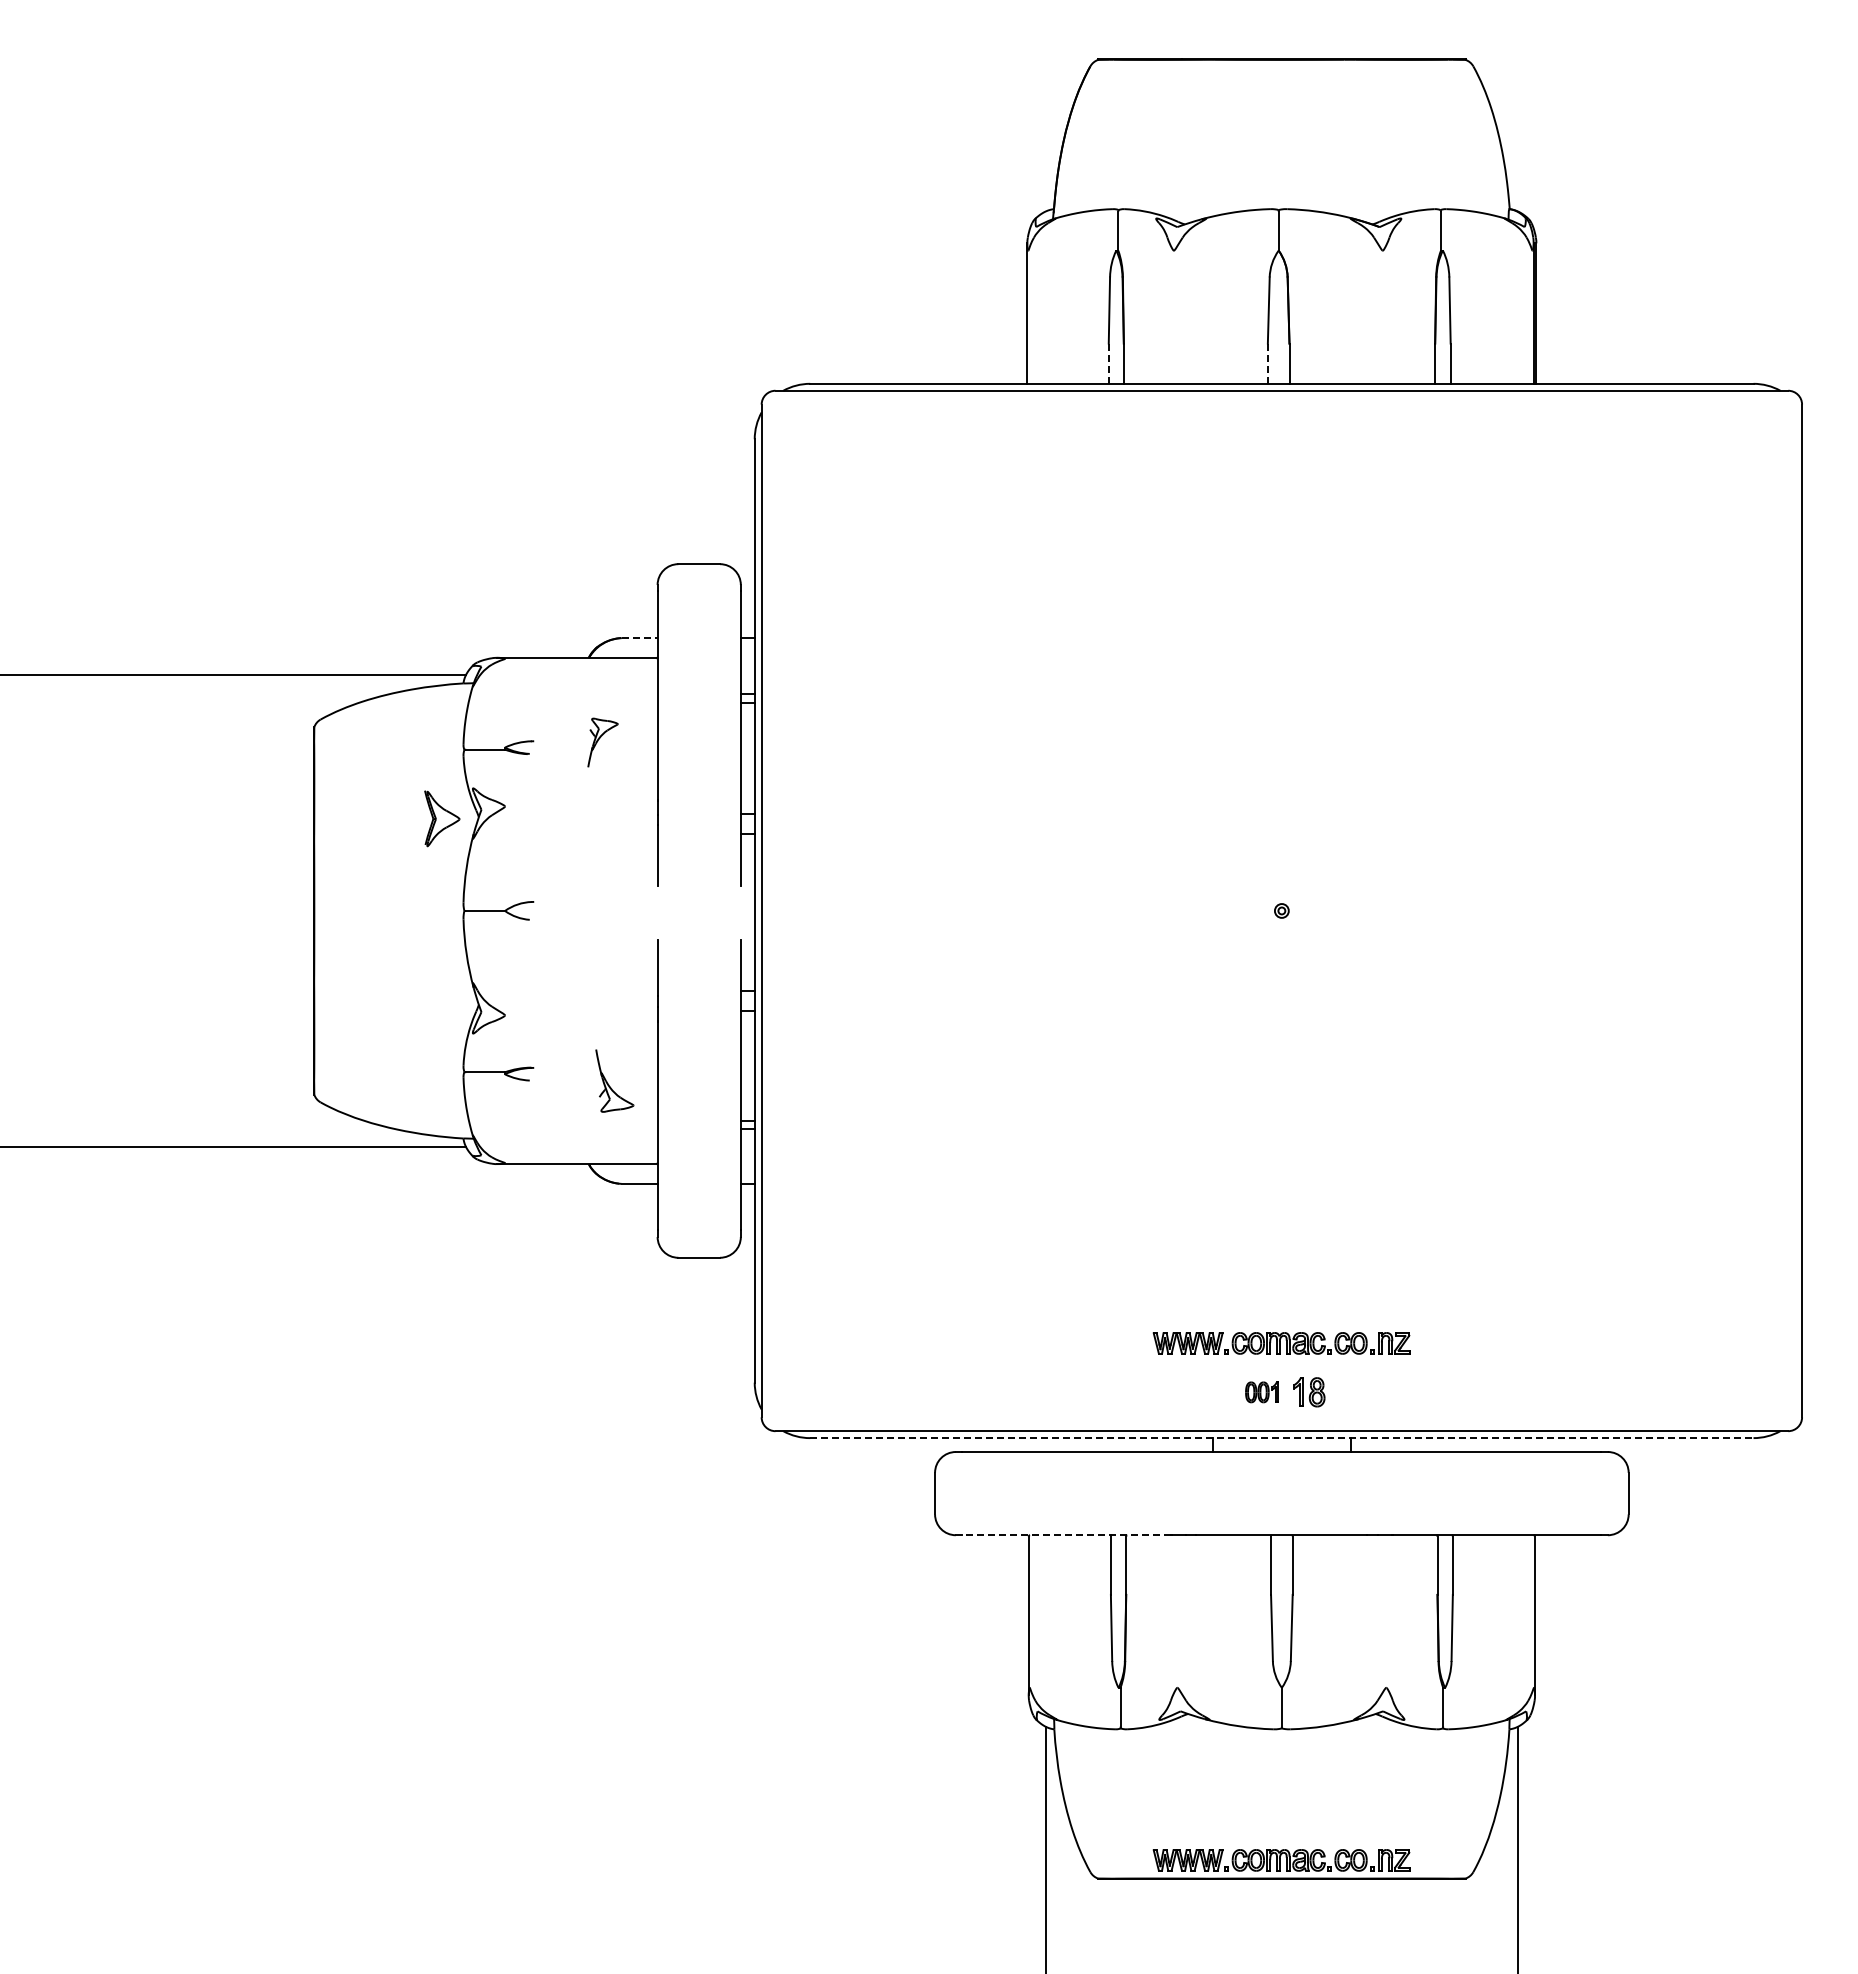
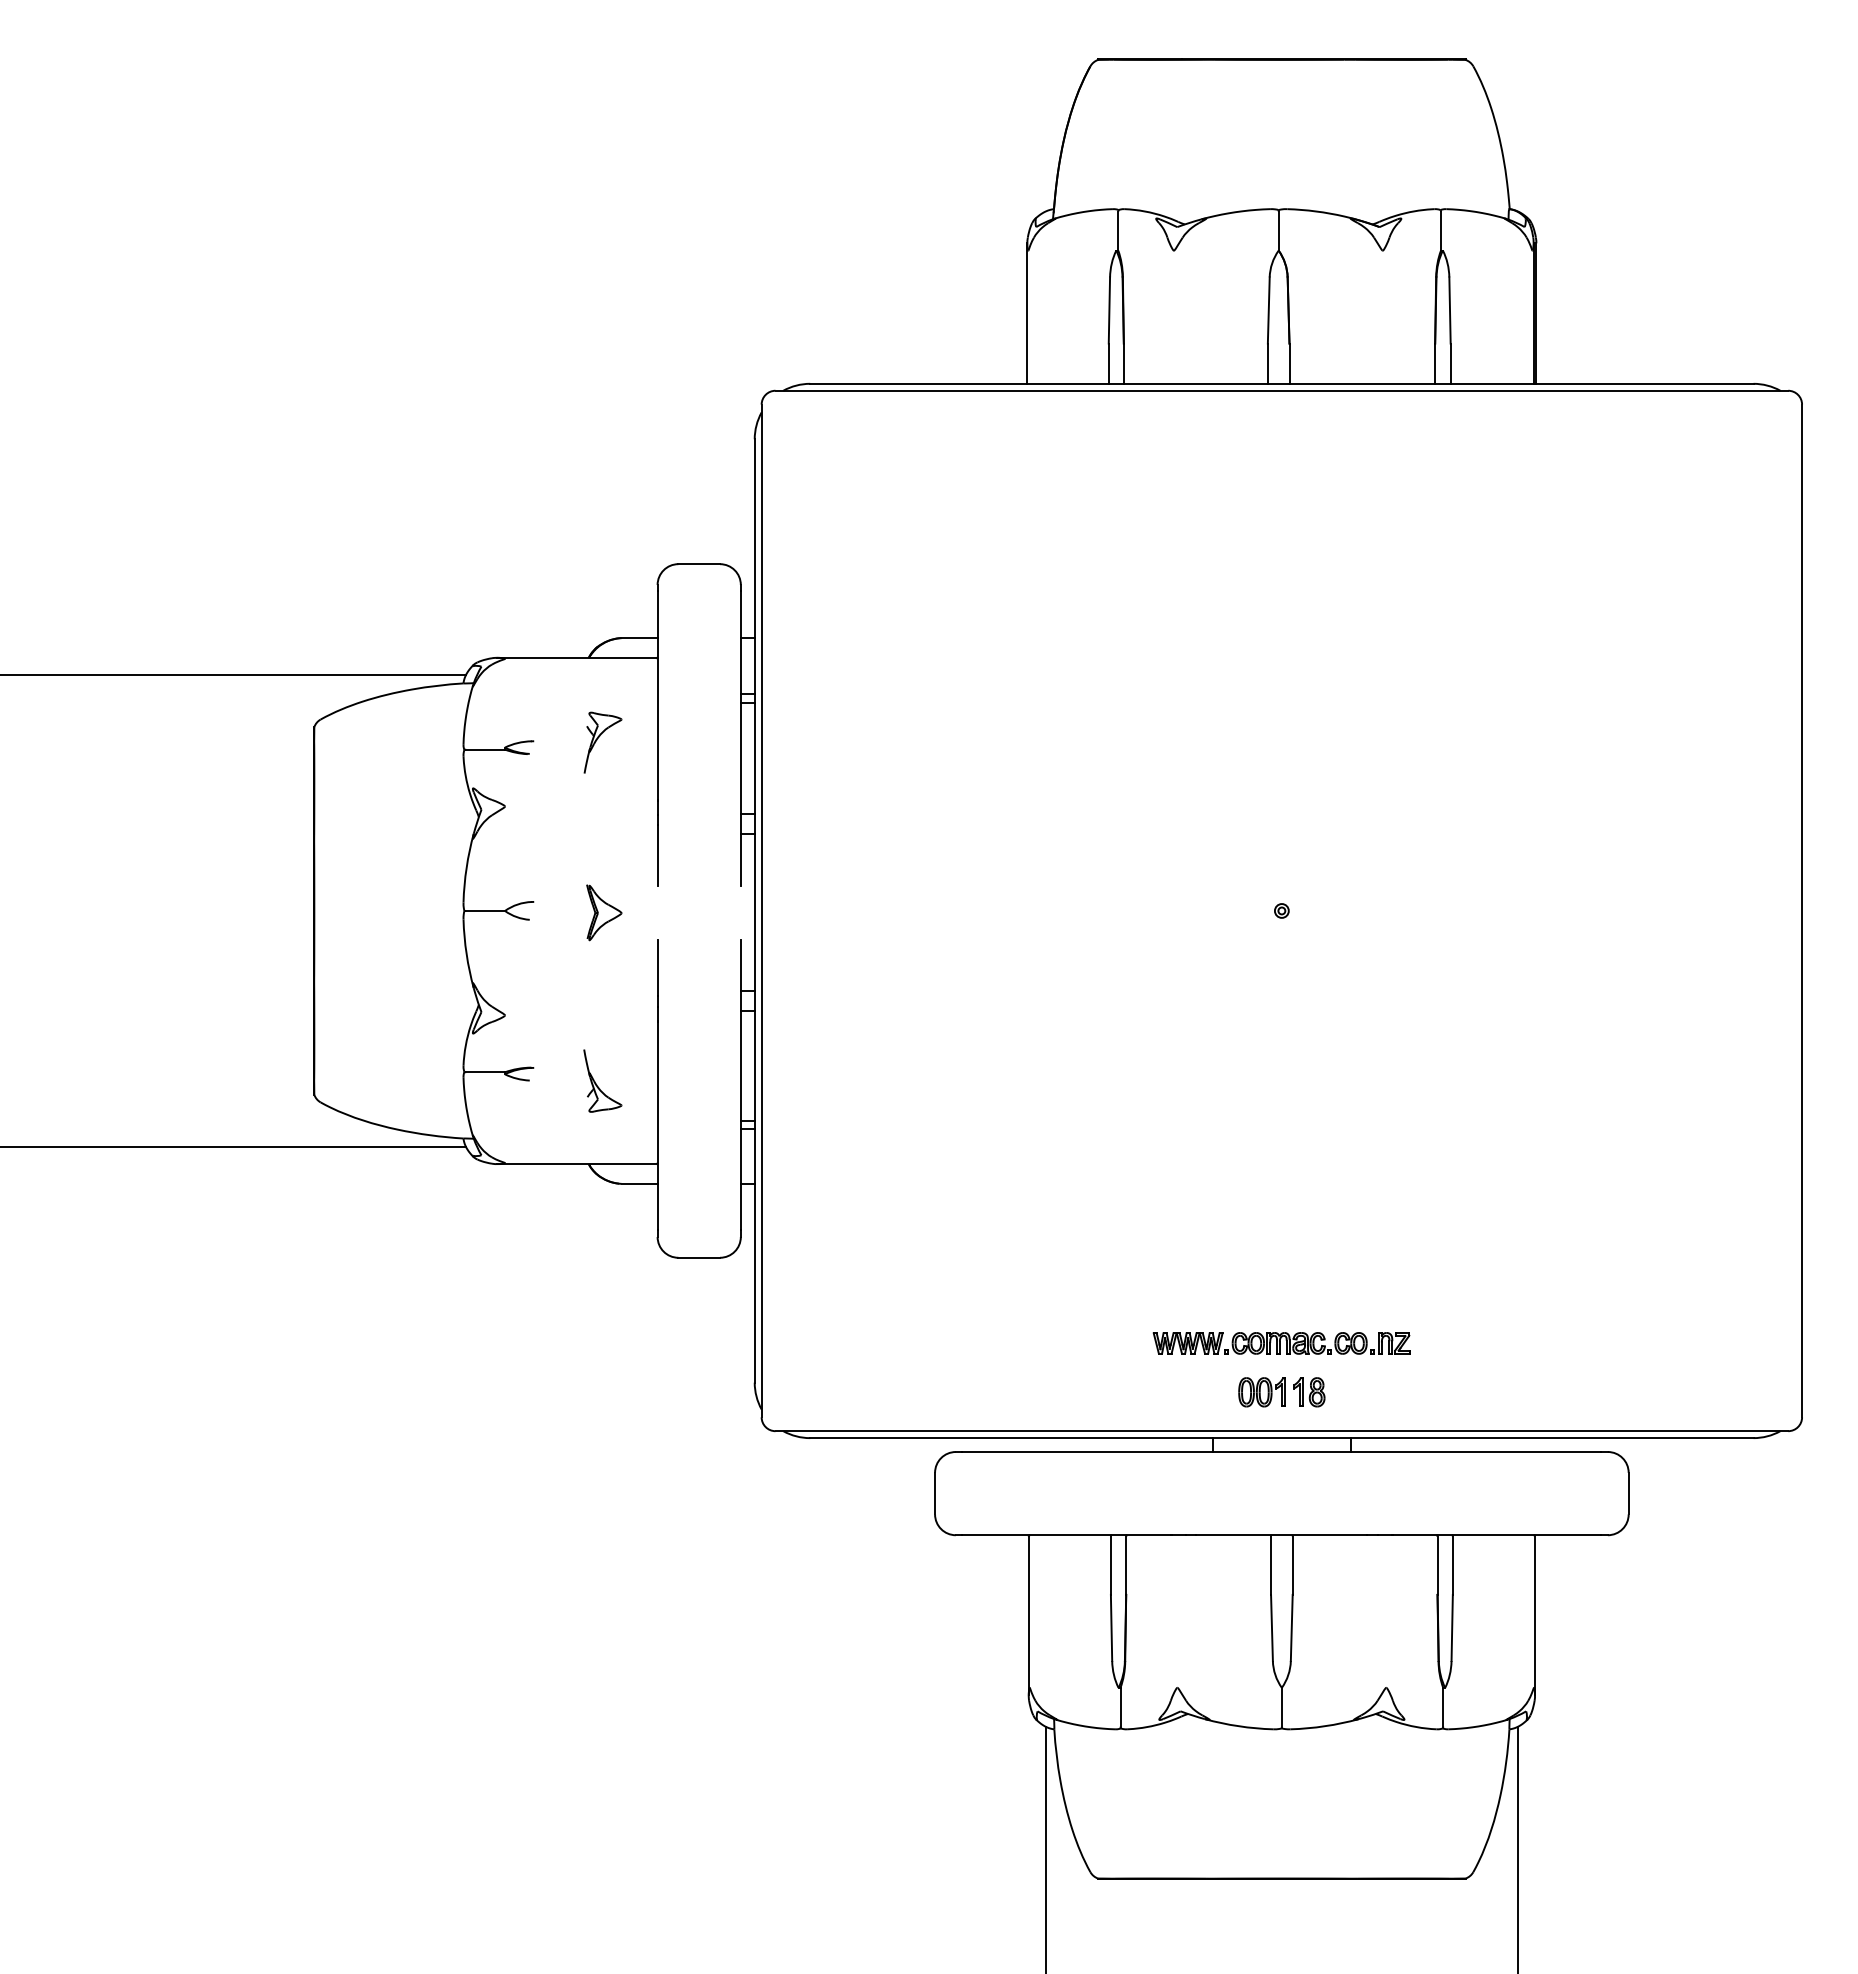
line at (1108, 363): dashed -> solid
line at (1267, 363): dashed -> solid
line at (640, 638): dashed -> solid
part at (602, 742) size: 32x51 px -> 40x63 px
part at (442, 818) position: (442, 818) -> (604, 912)
part at (609, 1084) position: (609, 1084) -> (597, 1084)
part at (1261, 1392) size: 34x23 px -> 48x31 px
line at (1281, 1438): dashed -> solid
line at (1065, 1535): dashed -> solid
part at (1281, 1860): present -> none
